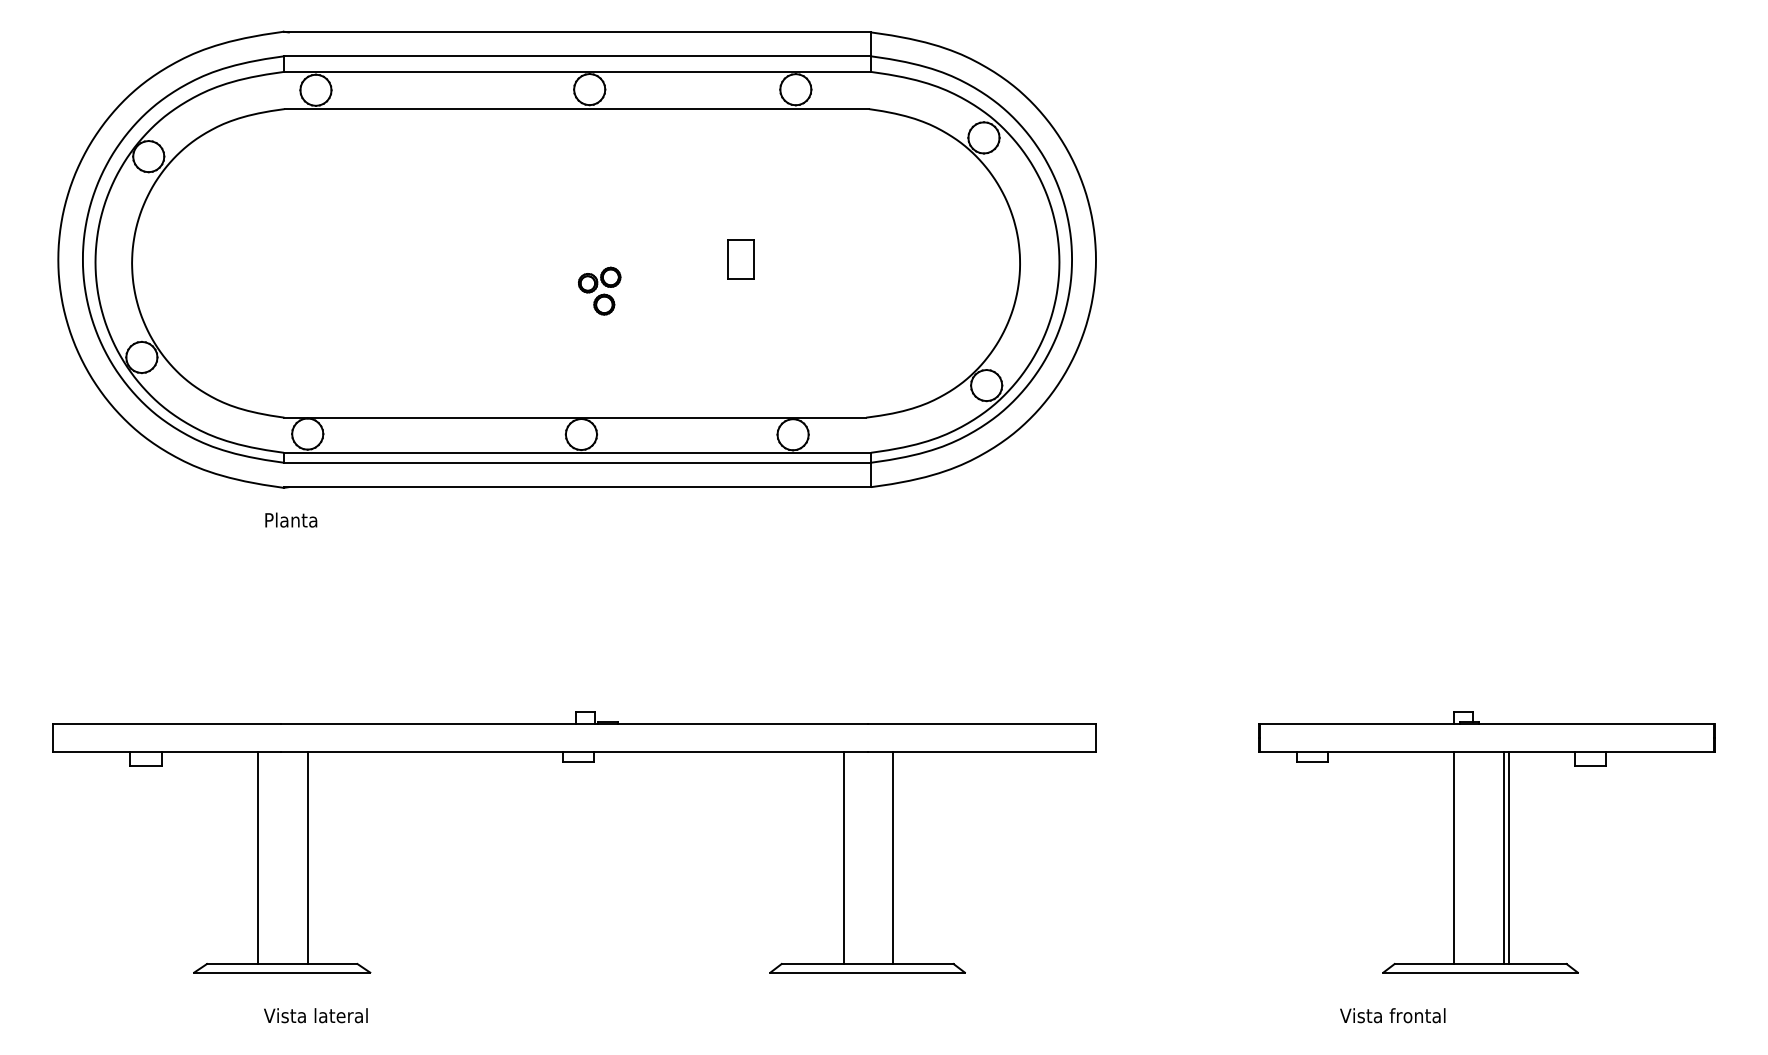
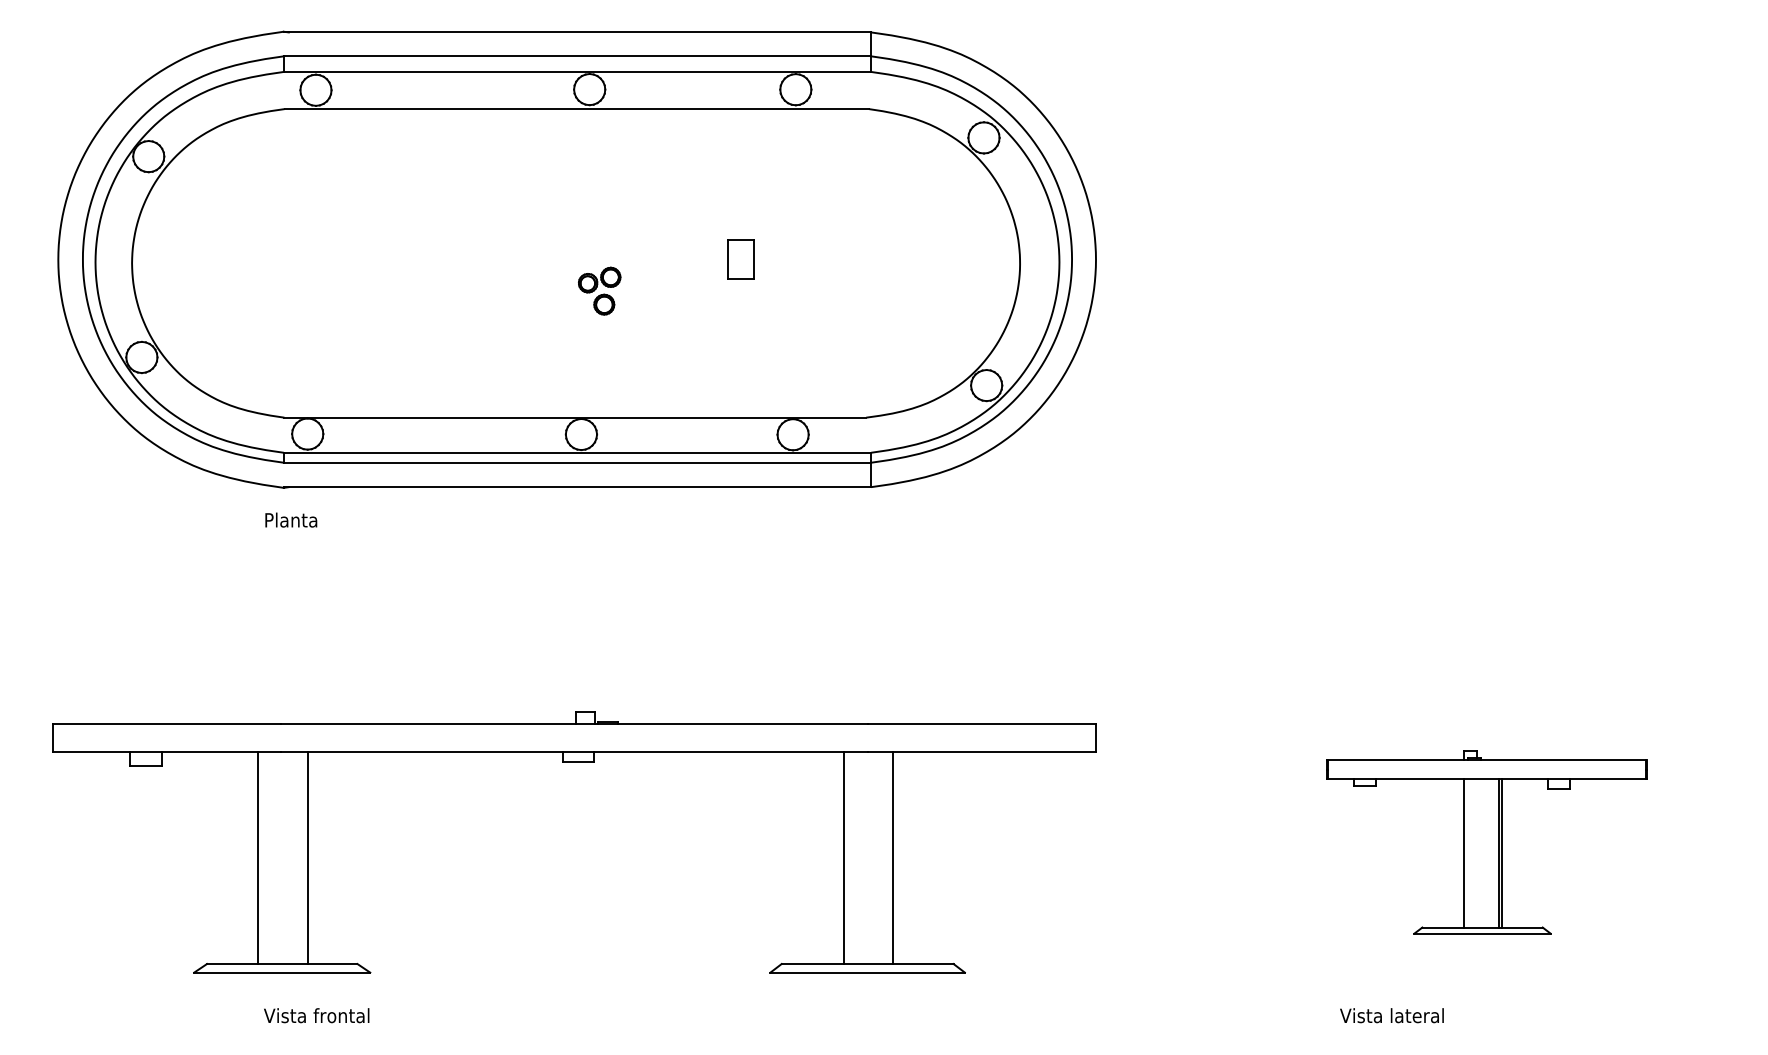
part at (1486, 842) size: 458x263 px -> 322x185 px
text at (341, 1015): Vista lateral -> Vista frontal
text at (1417, 1015): Vista frontal -> Vista lateral
